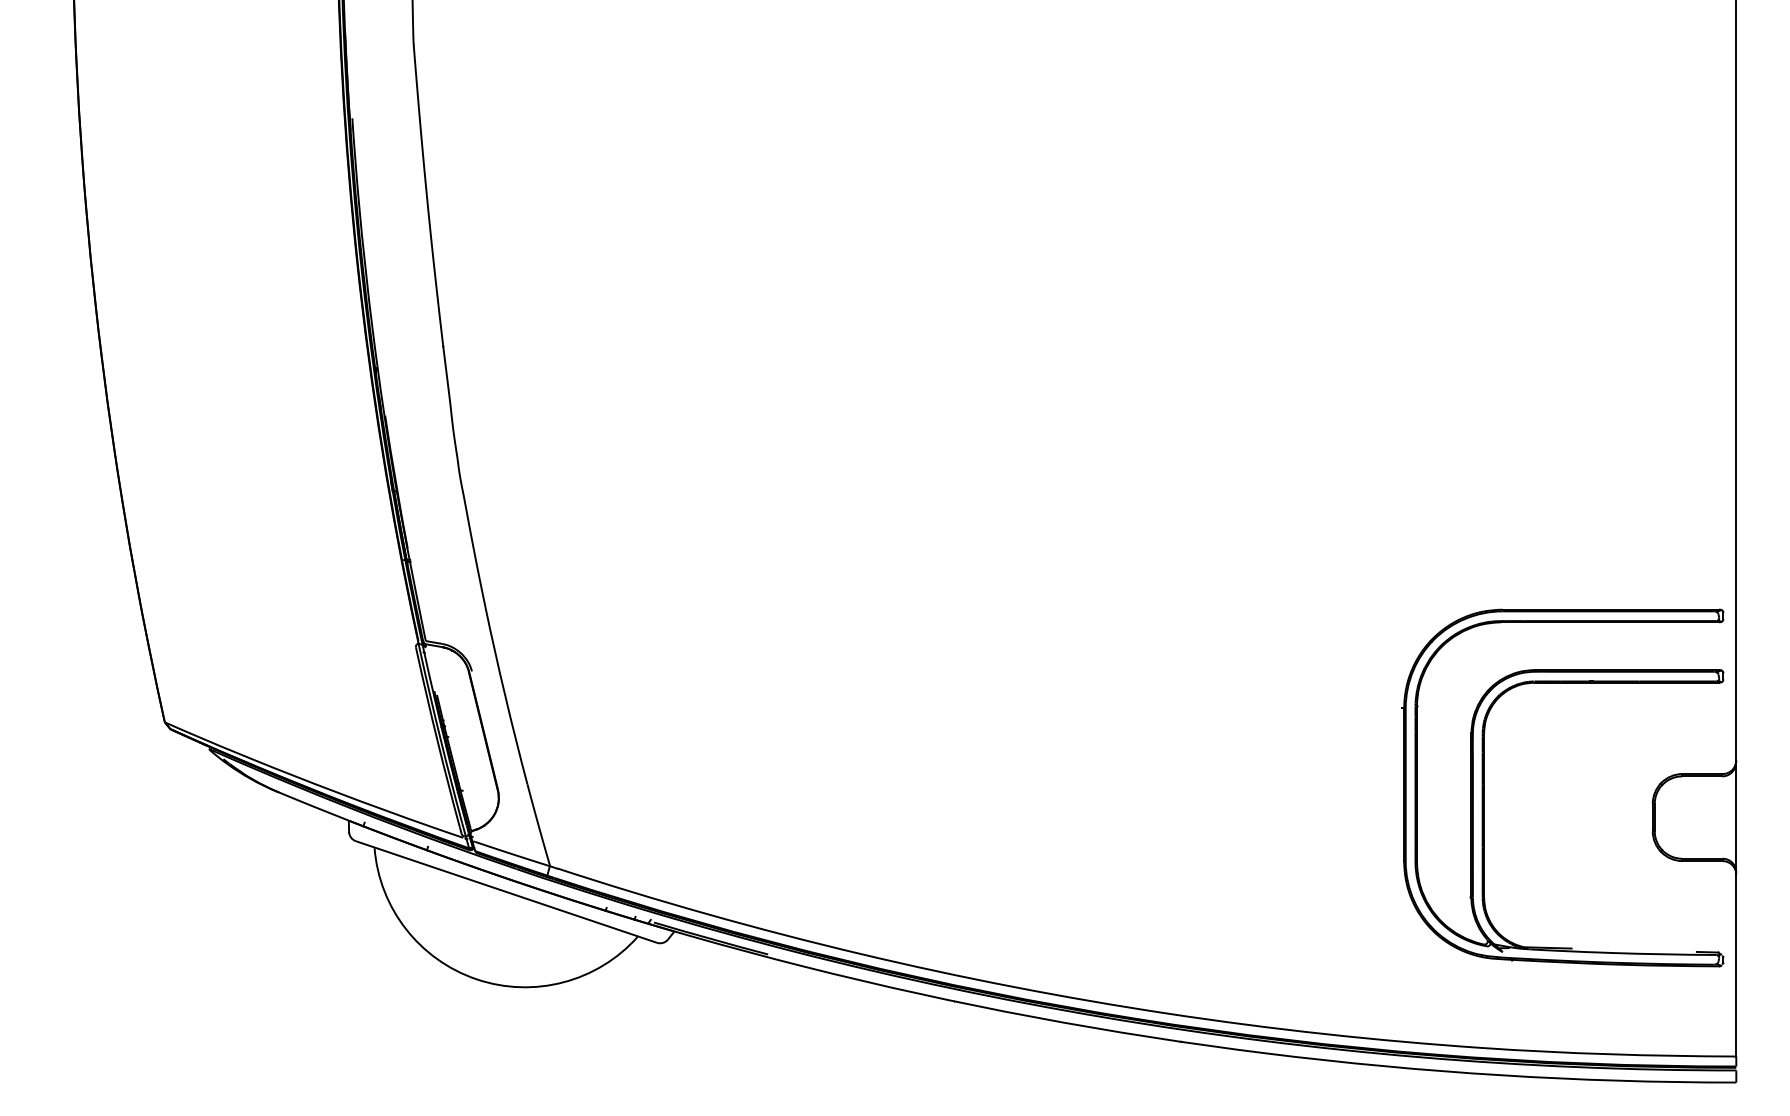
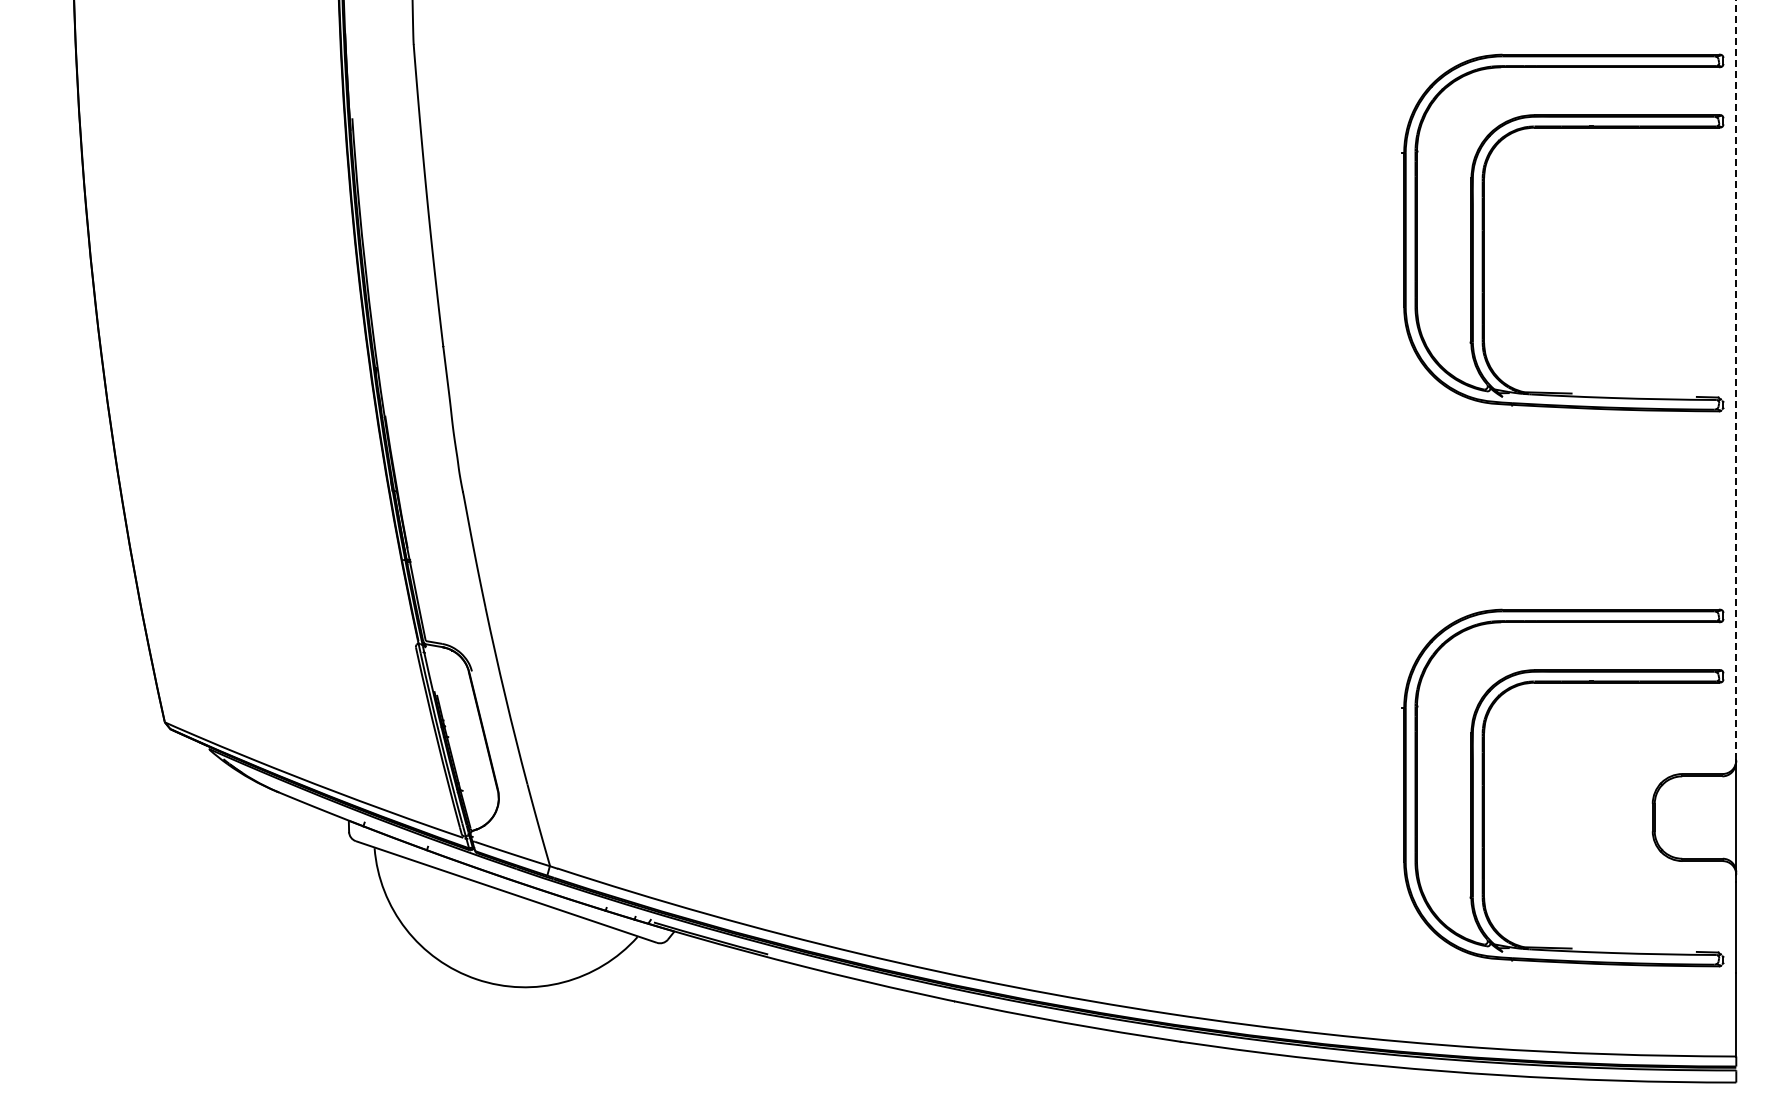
part at (1484, 232): none -> present
line at (1736, 380): solid -> dashed
